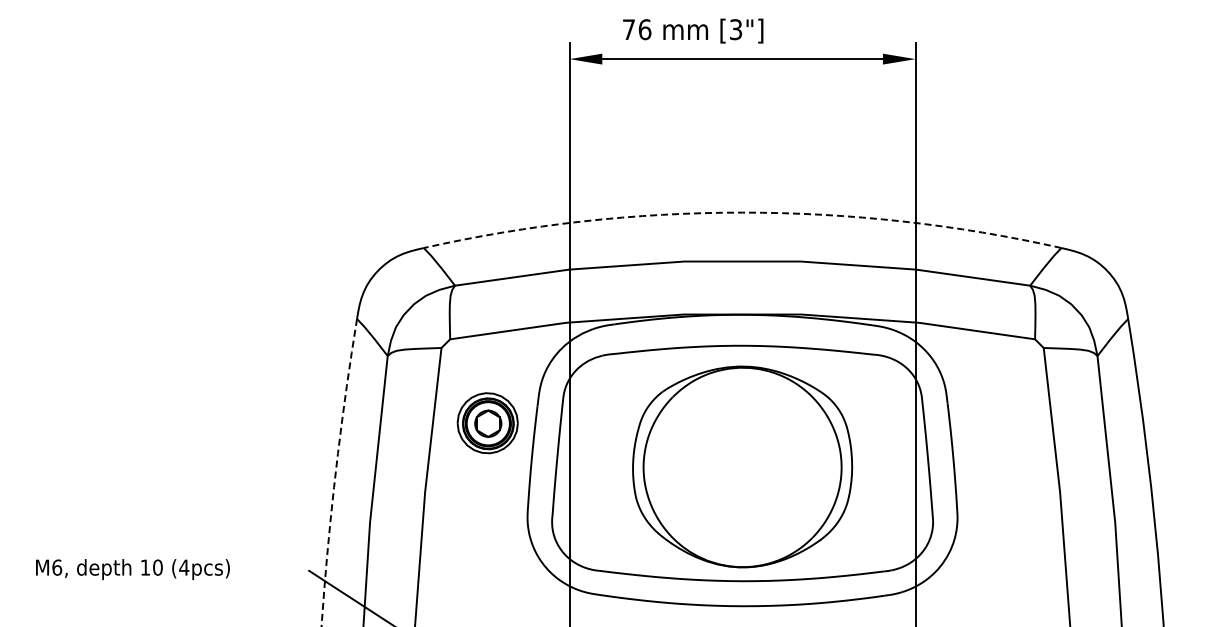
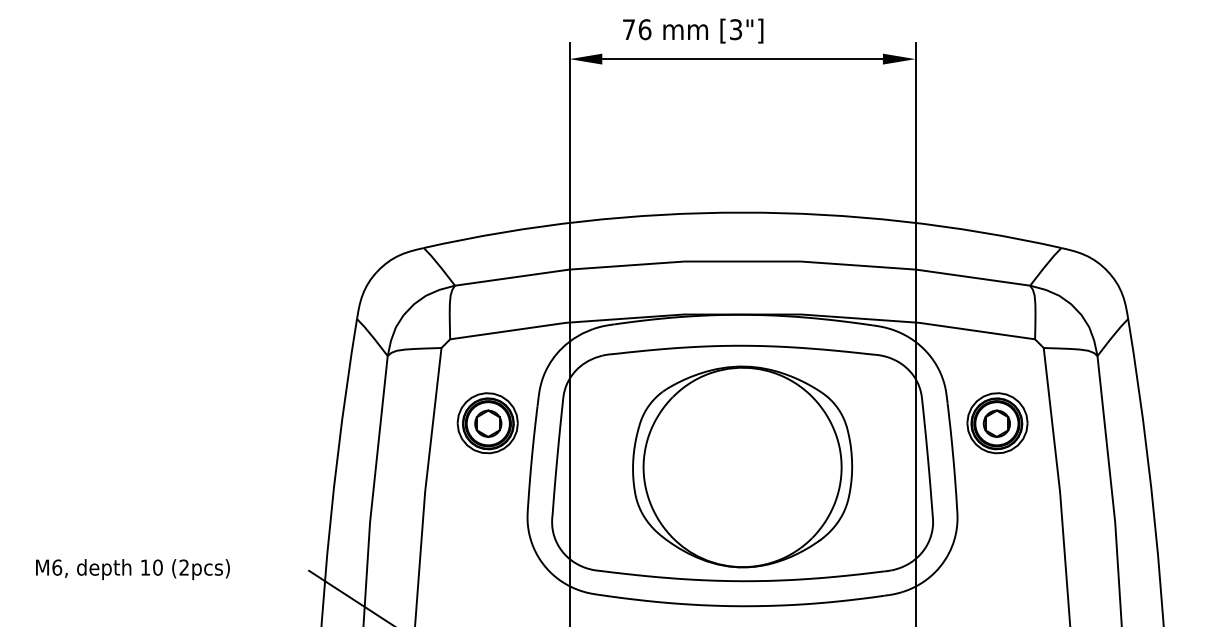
arc at (742, 212): dashed -> solid
part at (997, 423): none -> present
arc at (335, 472): dashed -> solid
text at (184, 567): (4pcs) -> (2pcs)
